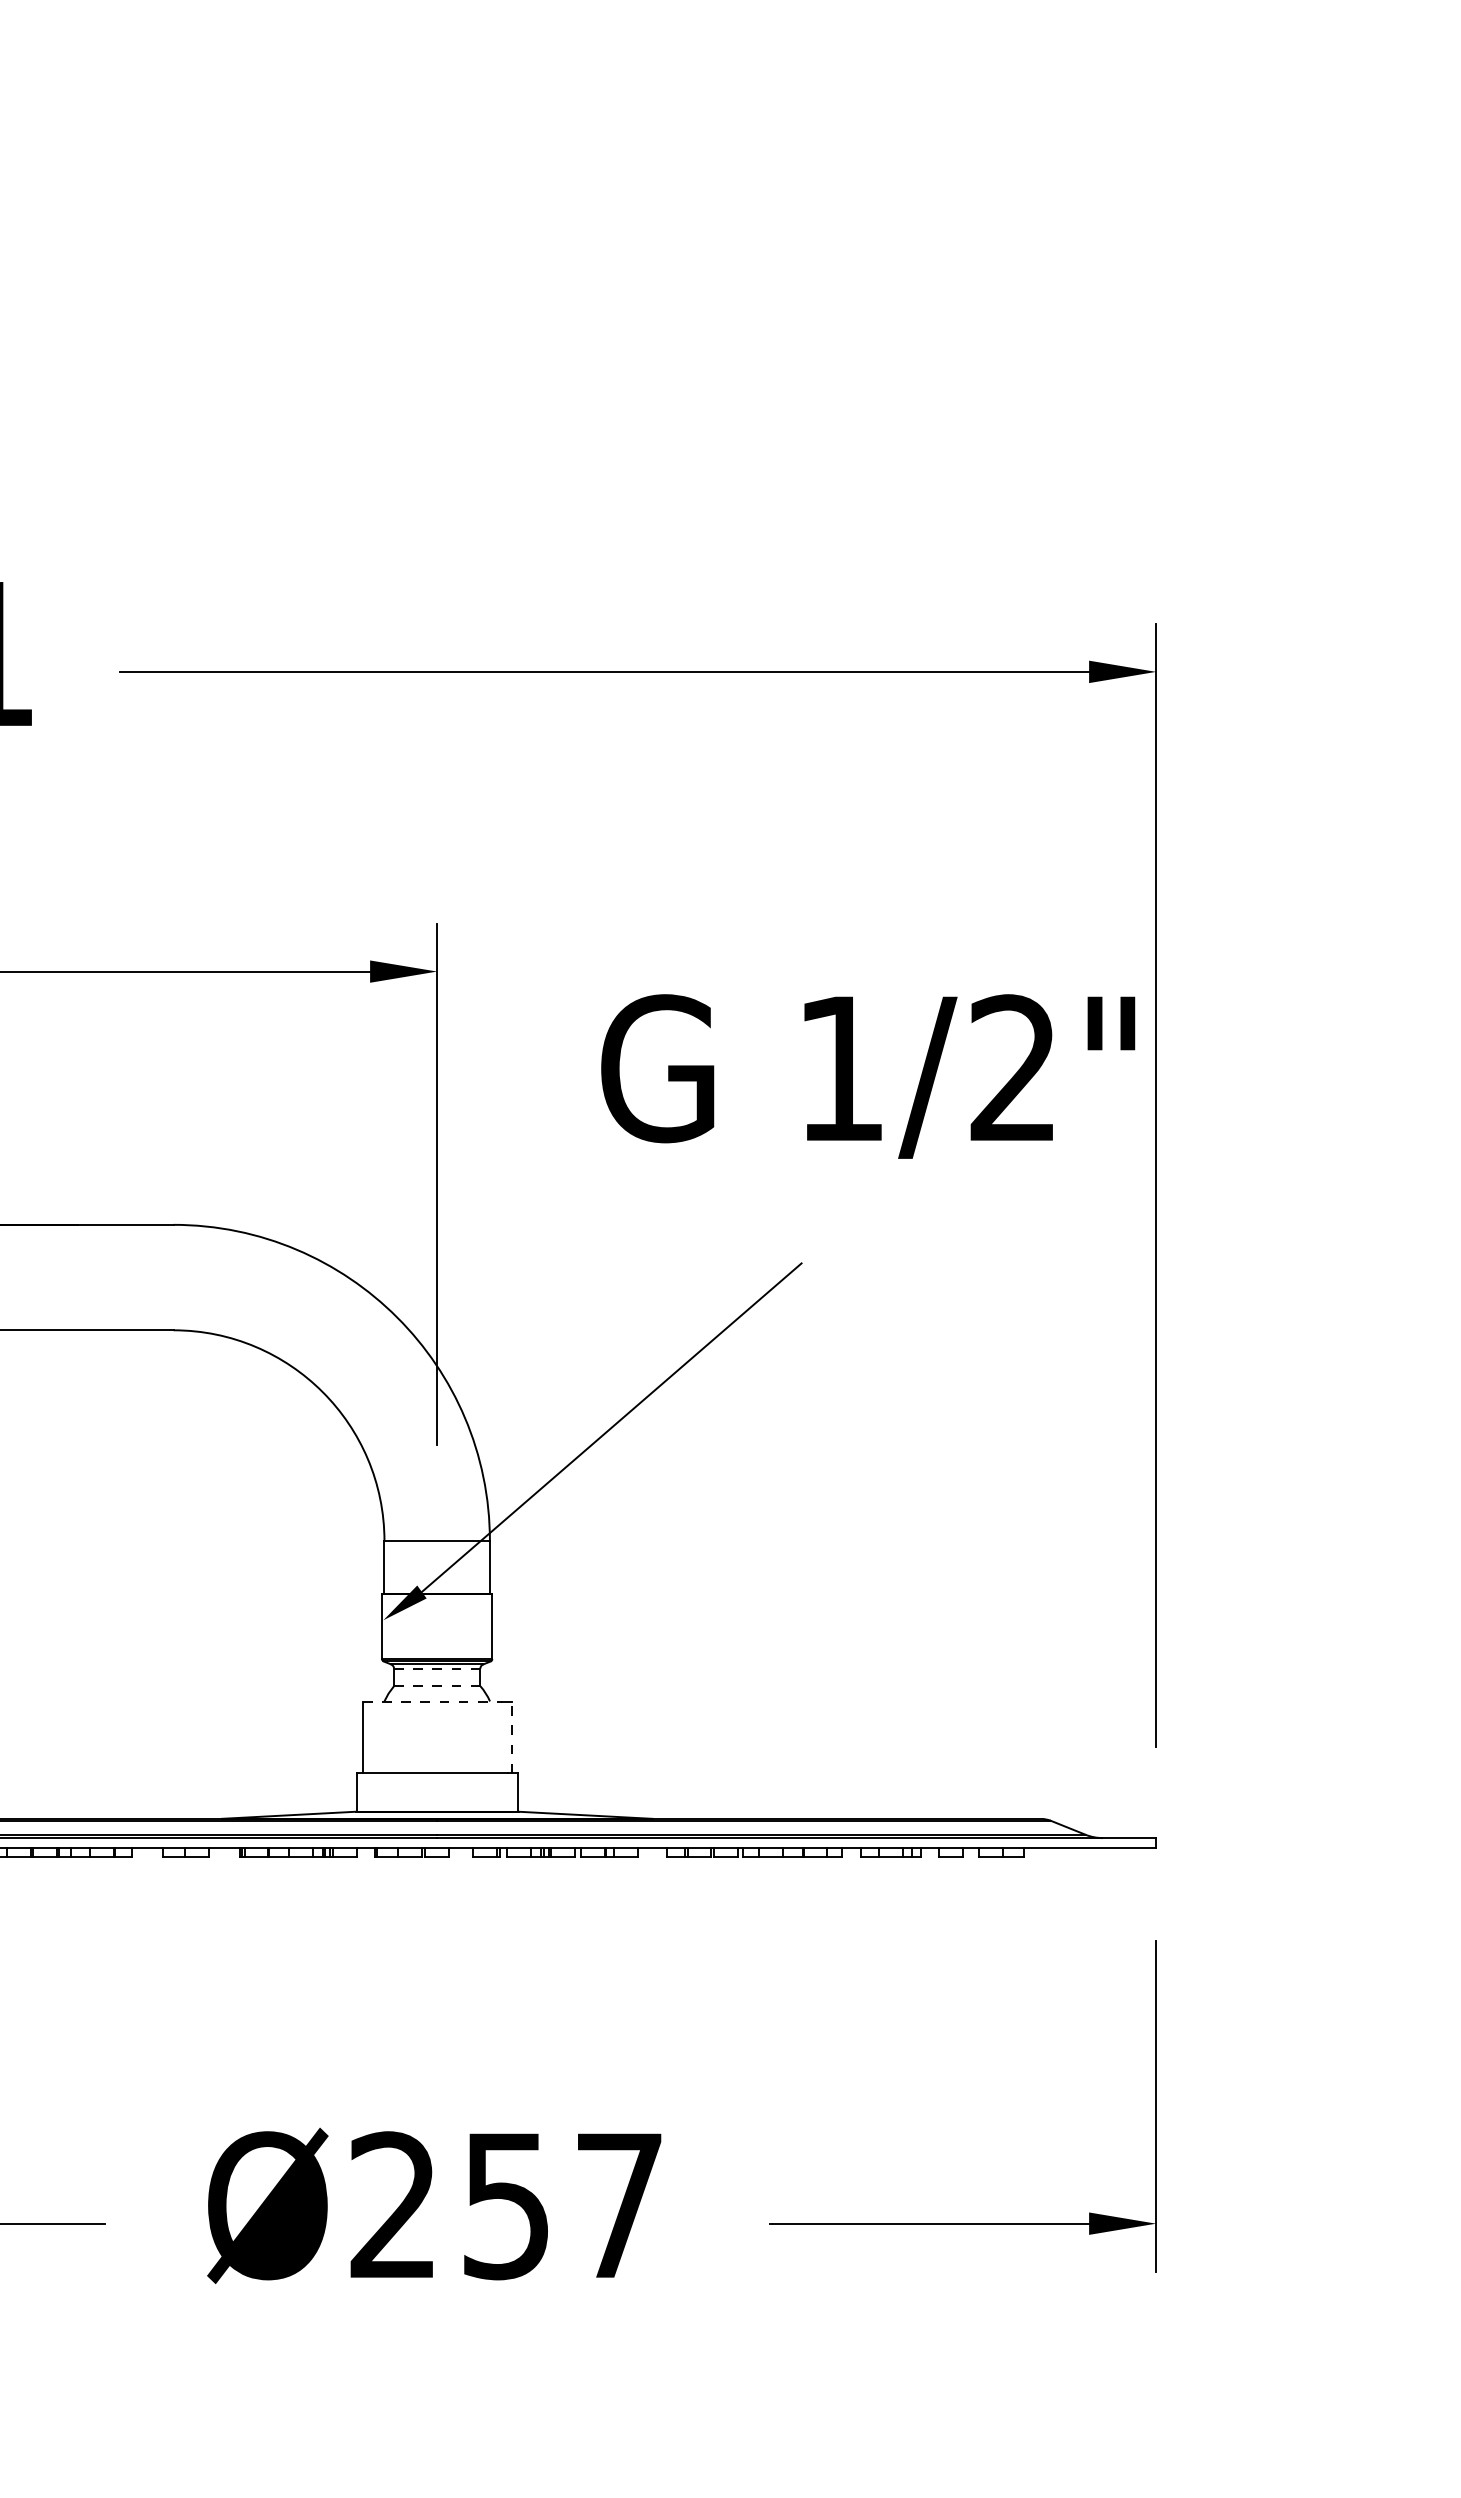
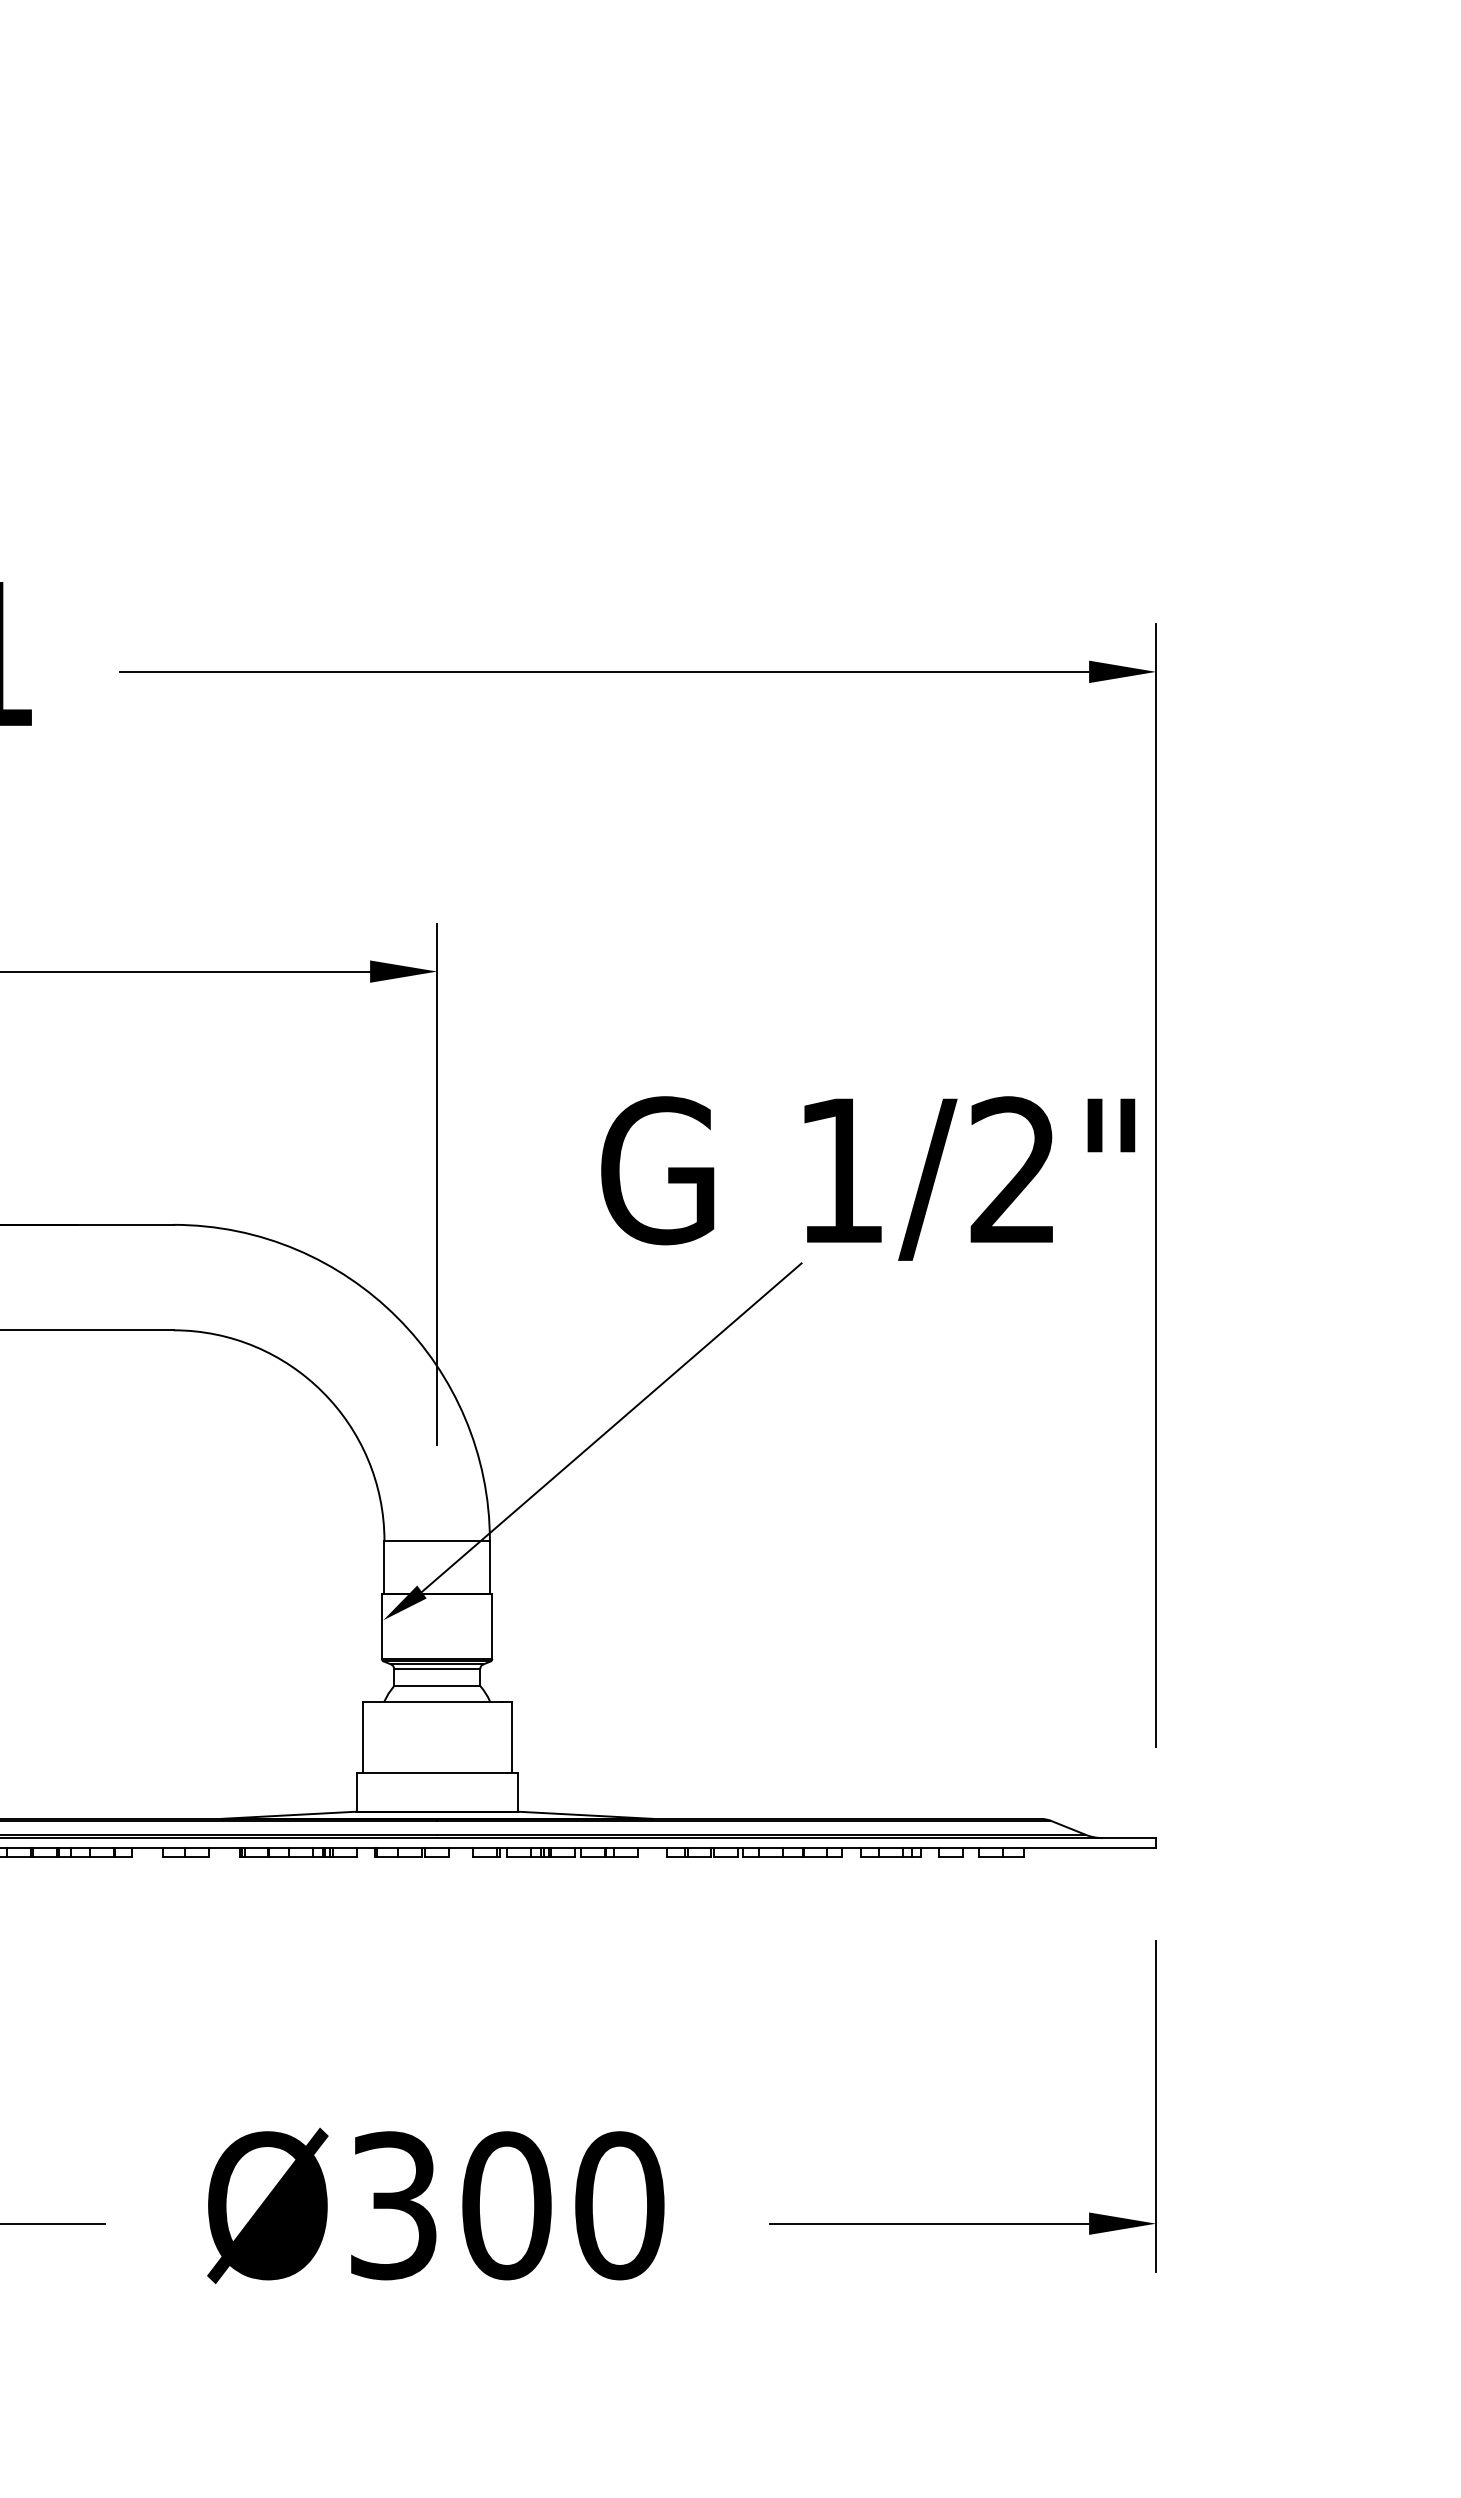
text at (868, 1076) position: (868, 1076) -> (868, 1178)
line at (437, 1668): dashed -> solid
line at (437, 1686): dashed -> solid
line at (432, 1701): dashed -> solid
line at (511, 1737): dashed -> solid
text at (507, 2205): Ø257 -> Ø300
